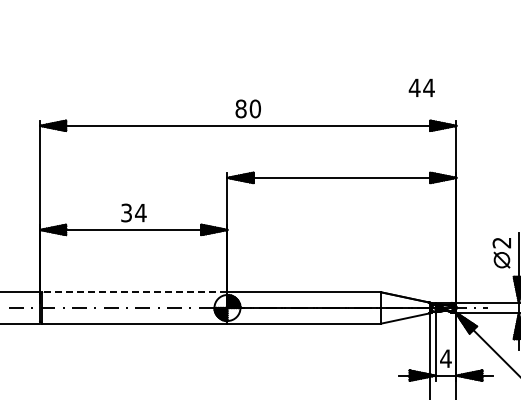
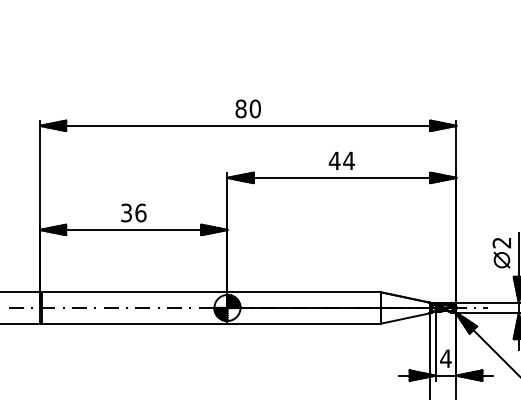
text at (421, 87) position: (421, 87) -> (341, 160)
text at (140, 212): 34 -> 36
line at (134, 292): dashed -> solid
